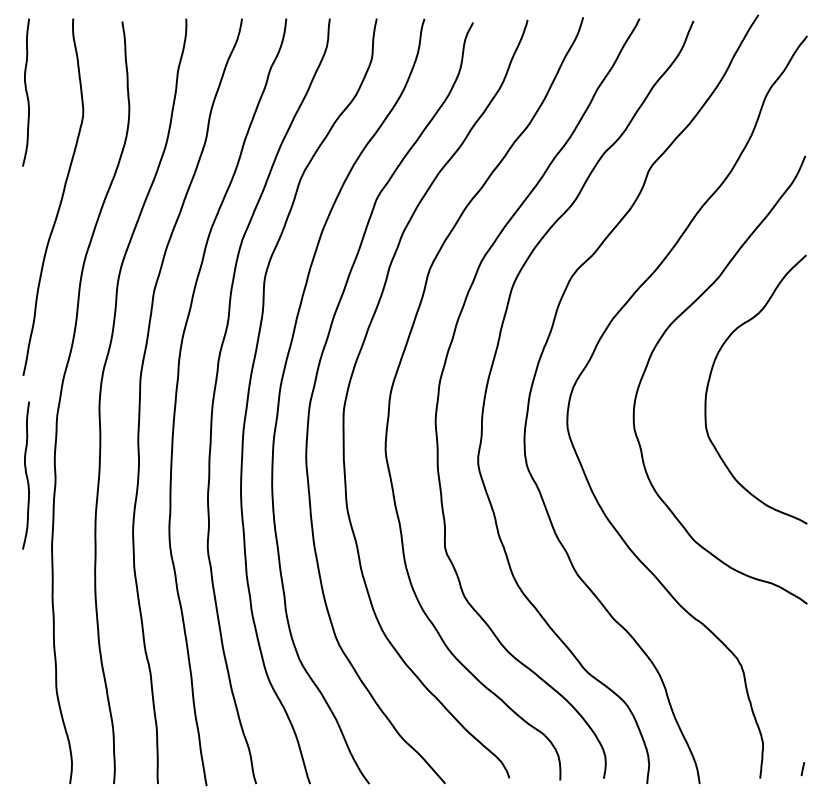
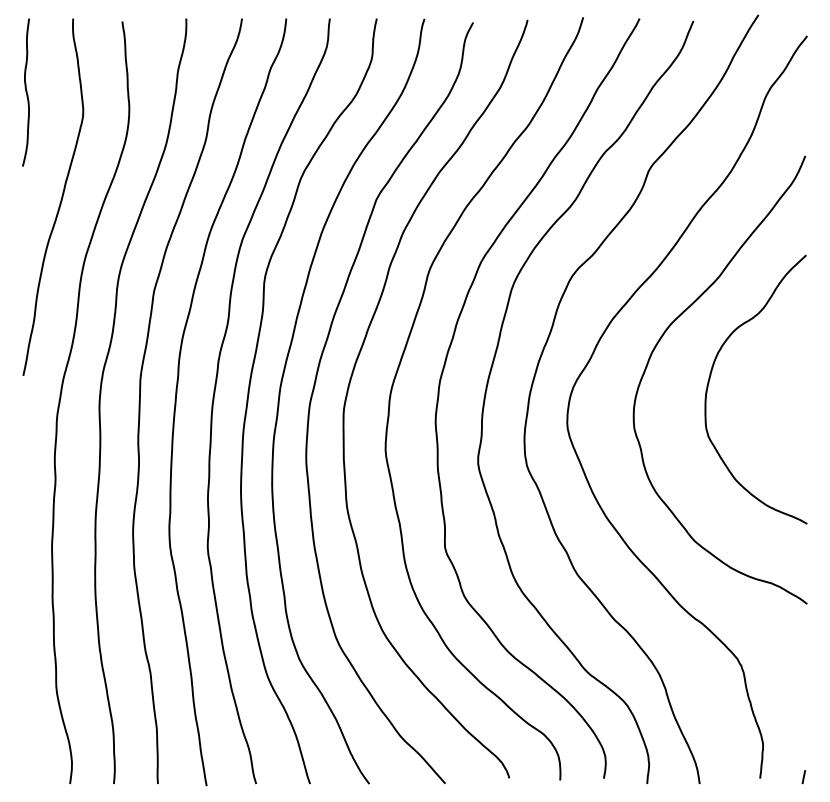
curve at (25, 475): present -> none
line at (802, 768) position: (802, 768) -> (803, 776)
